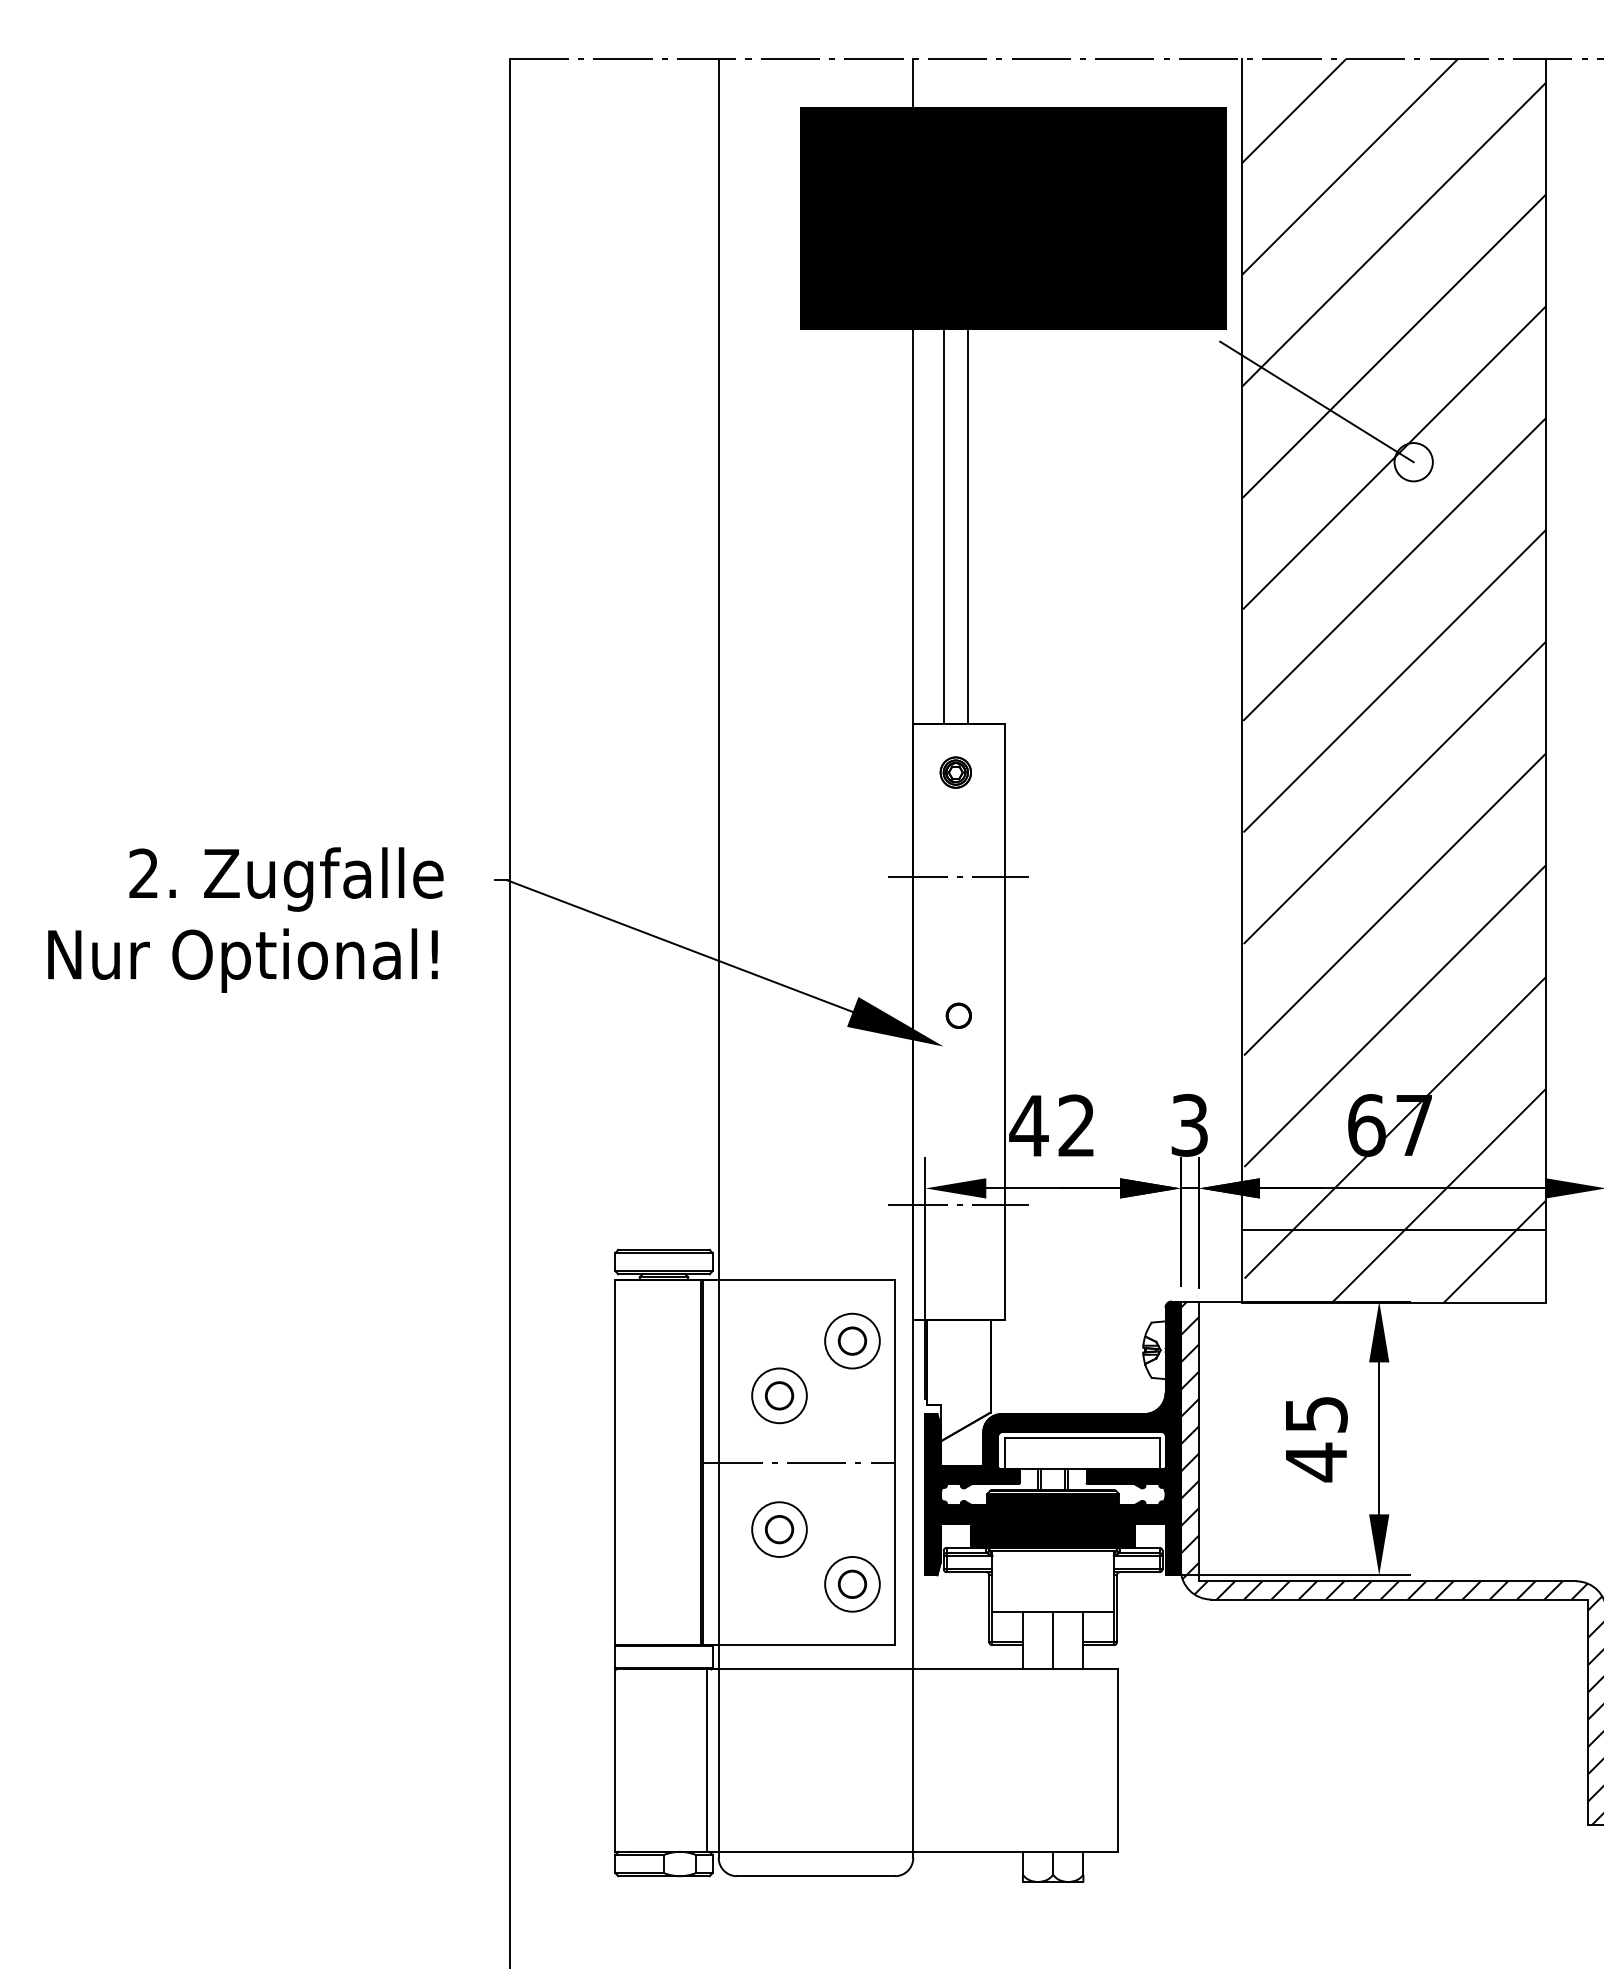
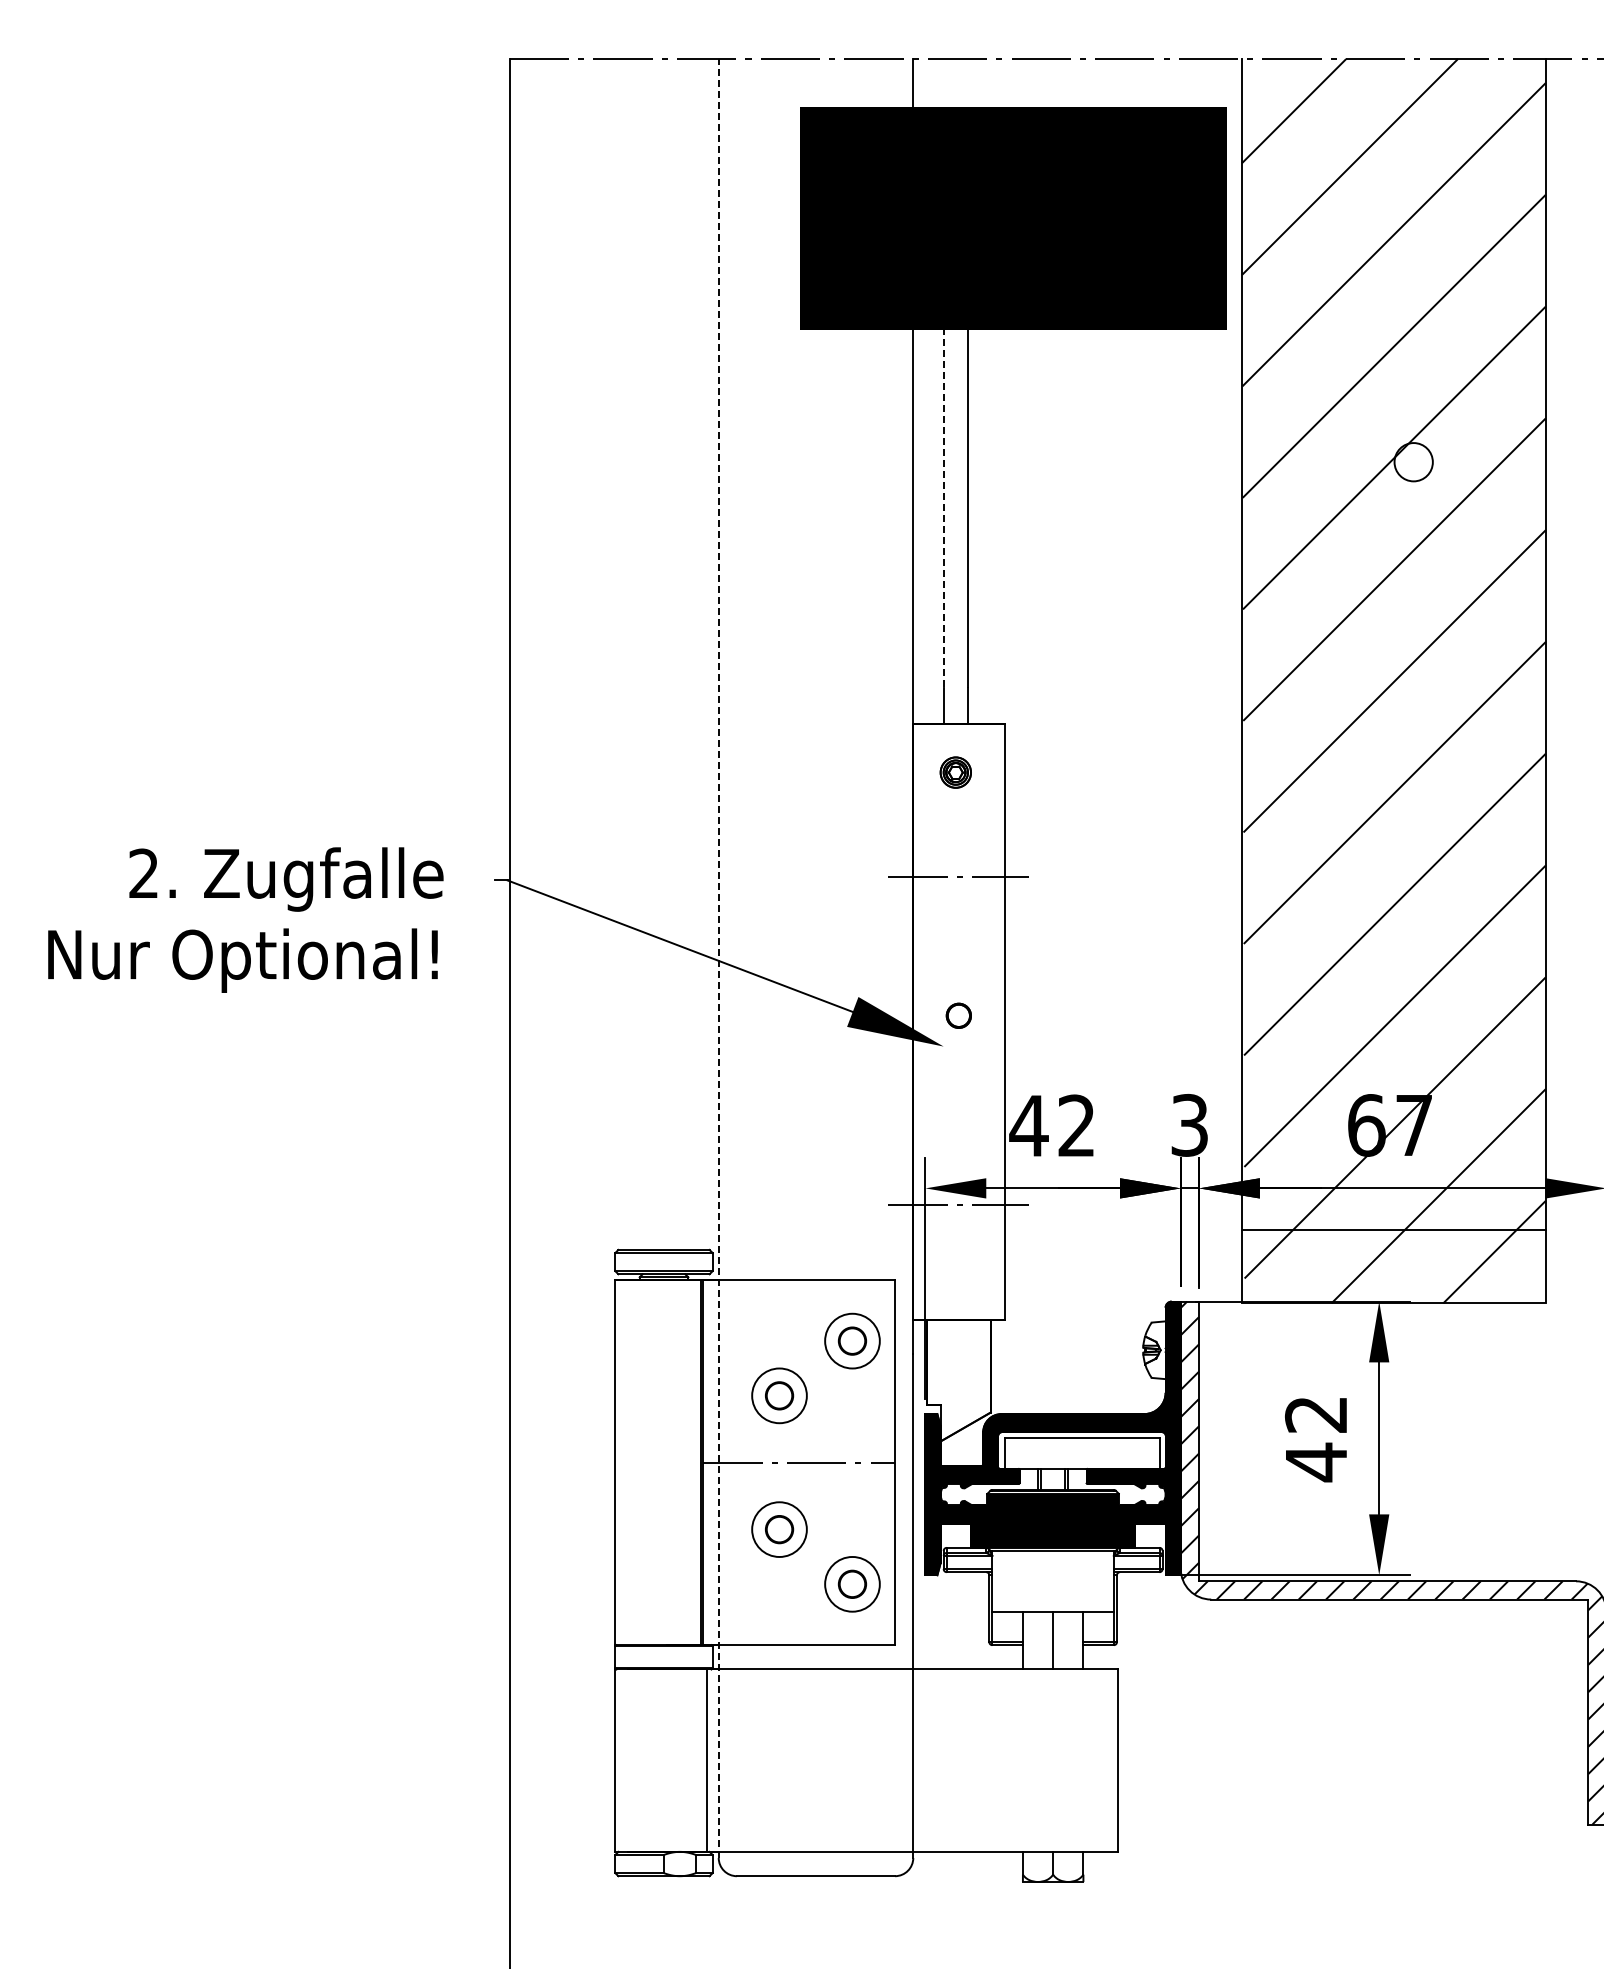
line at (1316, 401): present -> none
line at (943, 508): solid -> dashed
line at (718, 958): solid -> dashed
text at (1316, 1414): 45 -> 42
